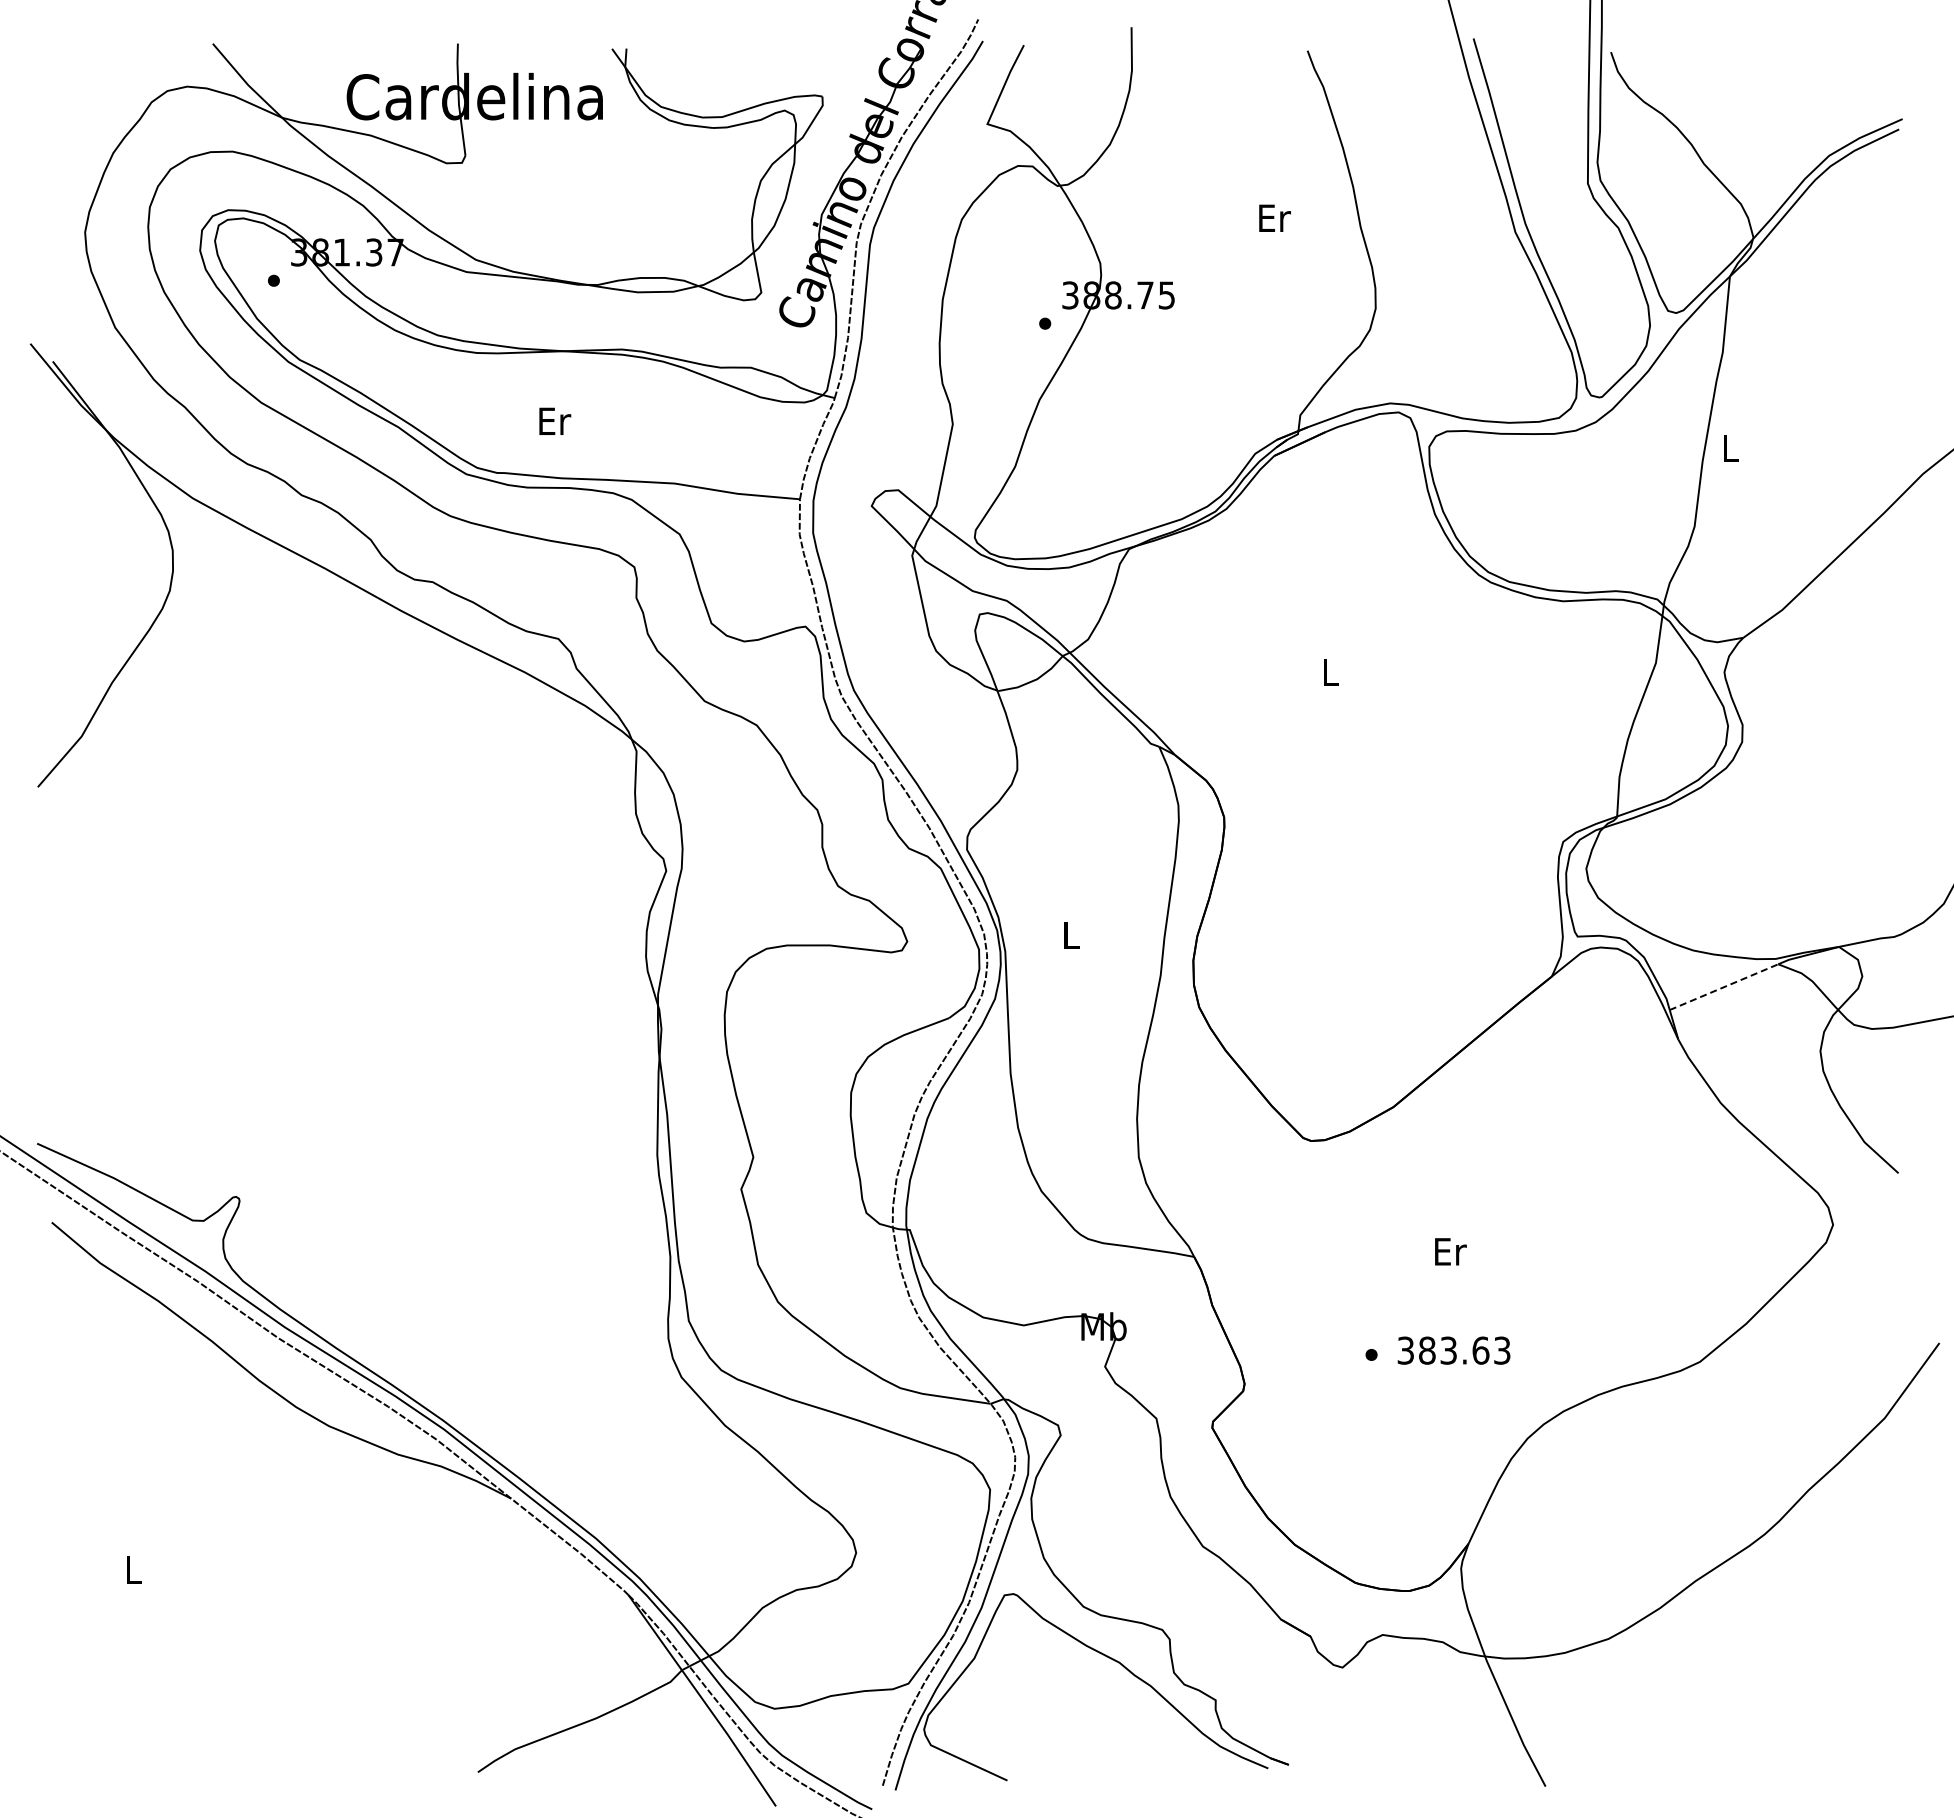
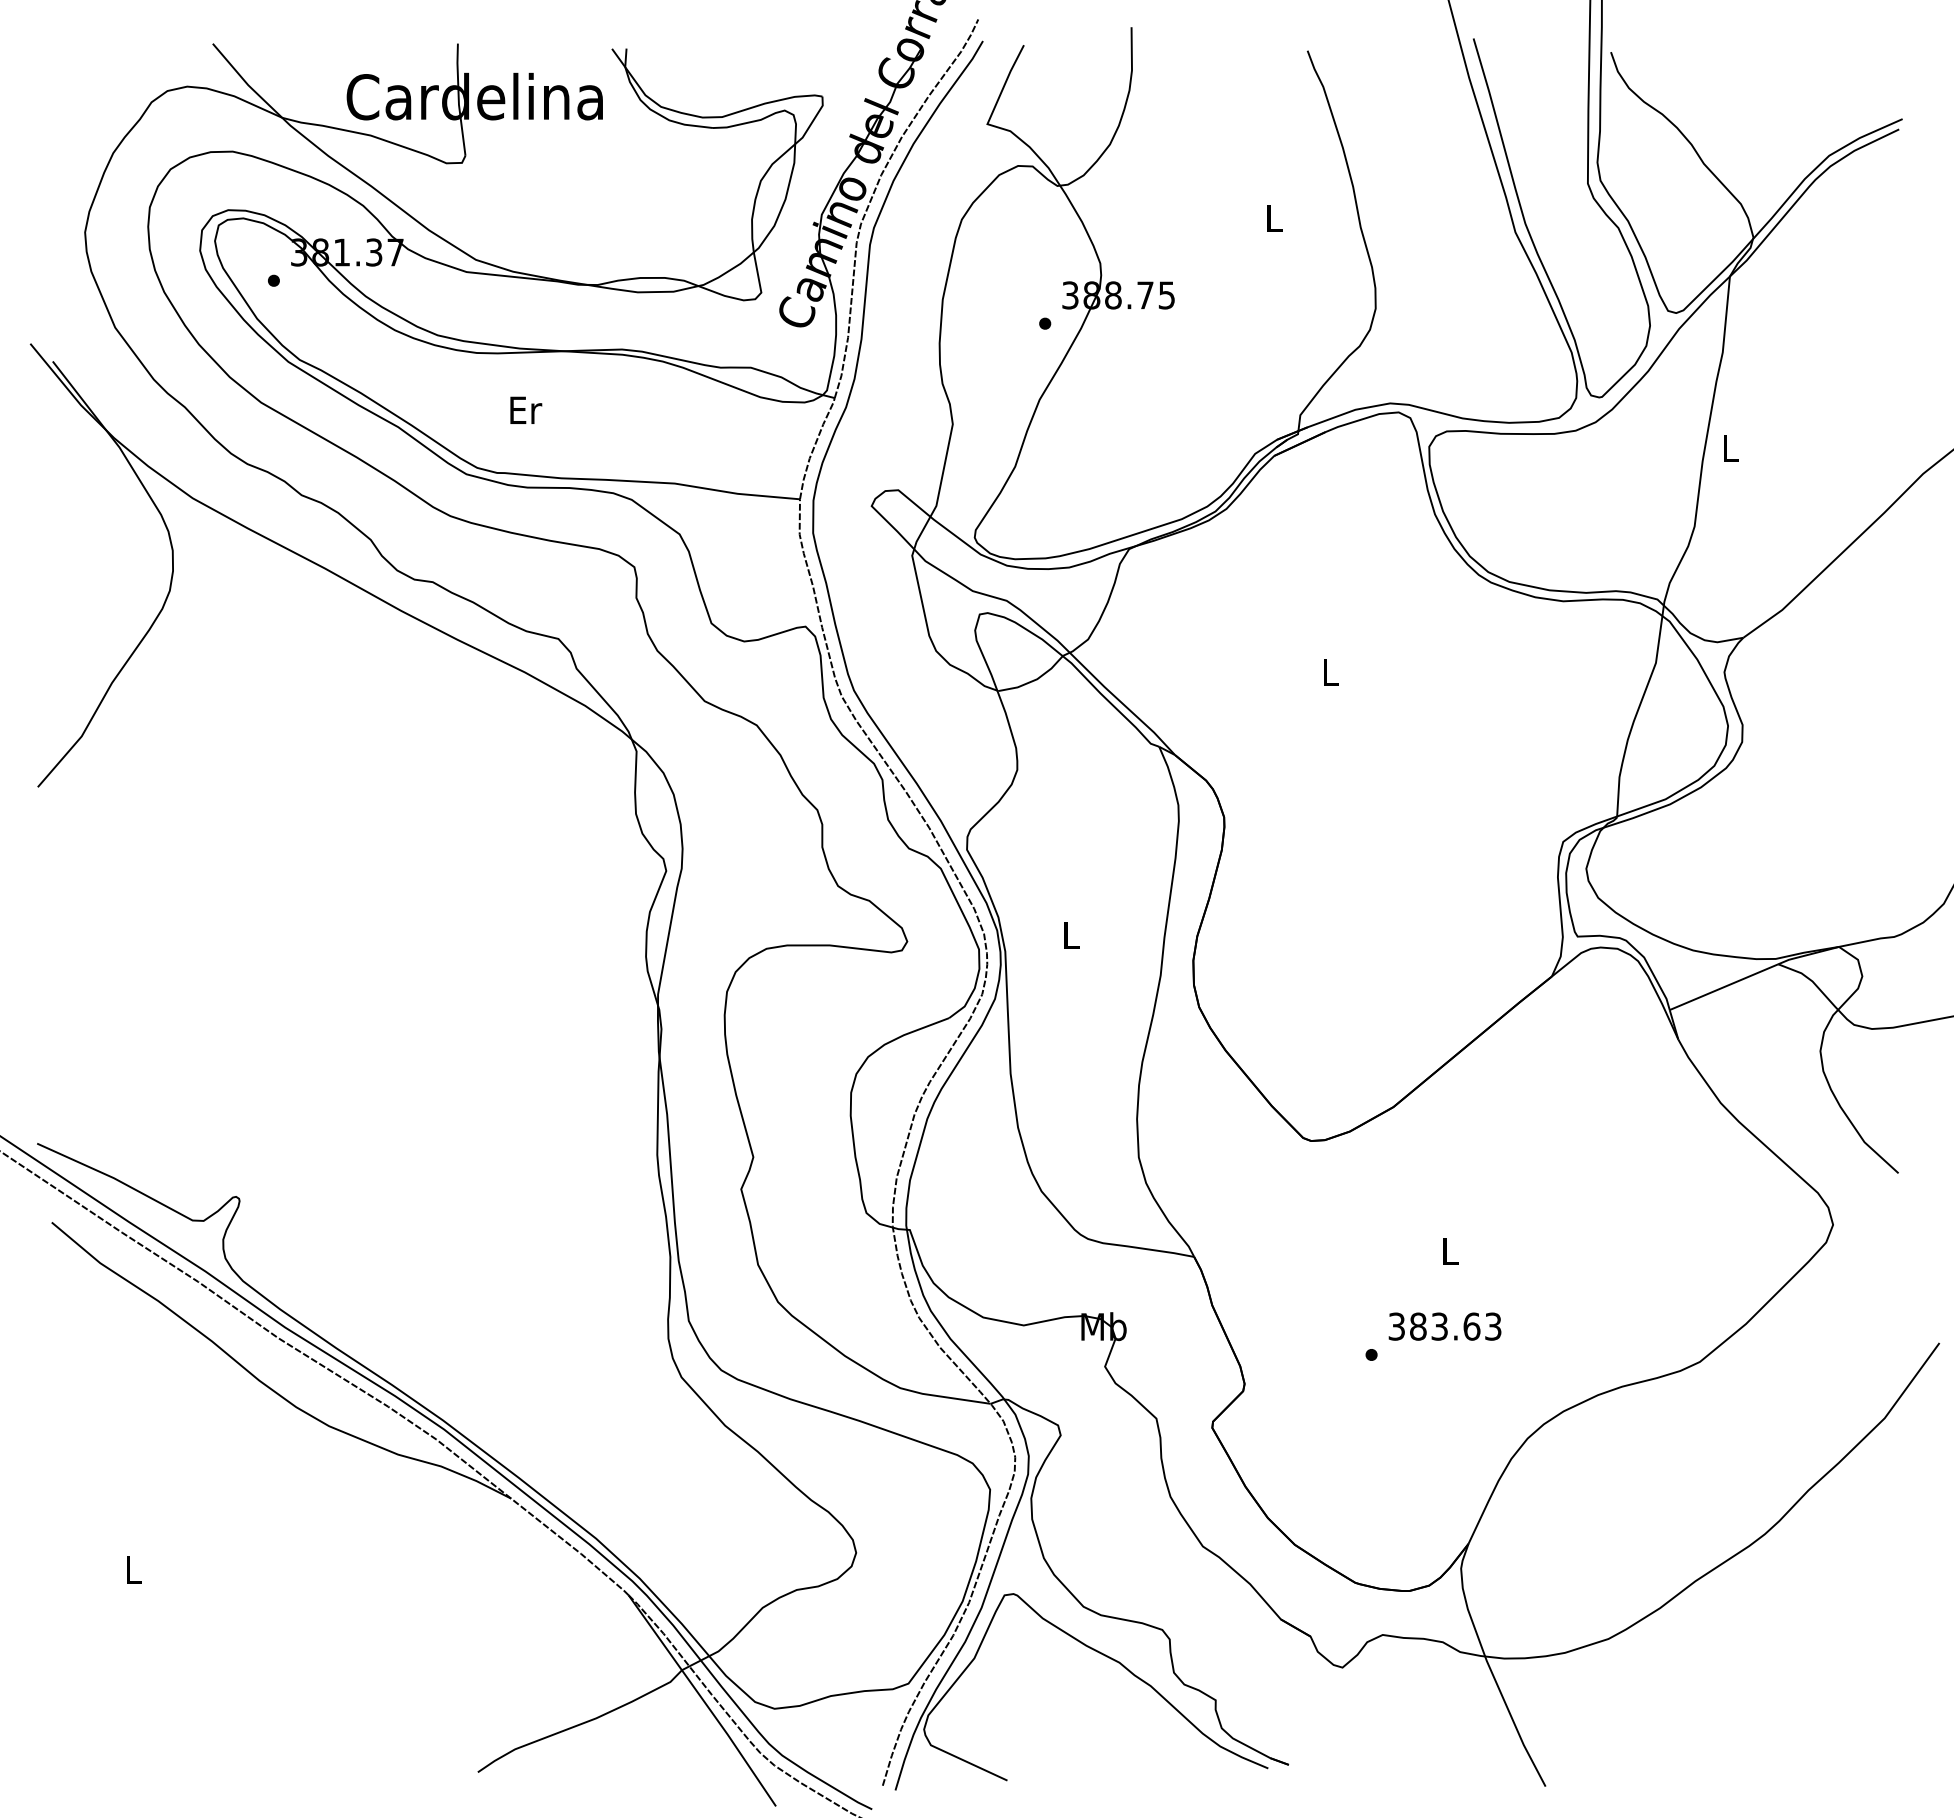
text at (1274, 217): Er -> L
text at (555, 420) position: (555, 420) -> (526, 409)
line at (1724, 987): dashed -> solid
text at (1450, 1251): Er -> L
text at (1453, 1350) position: (1453, 1350) -> (1444, 1326)
